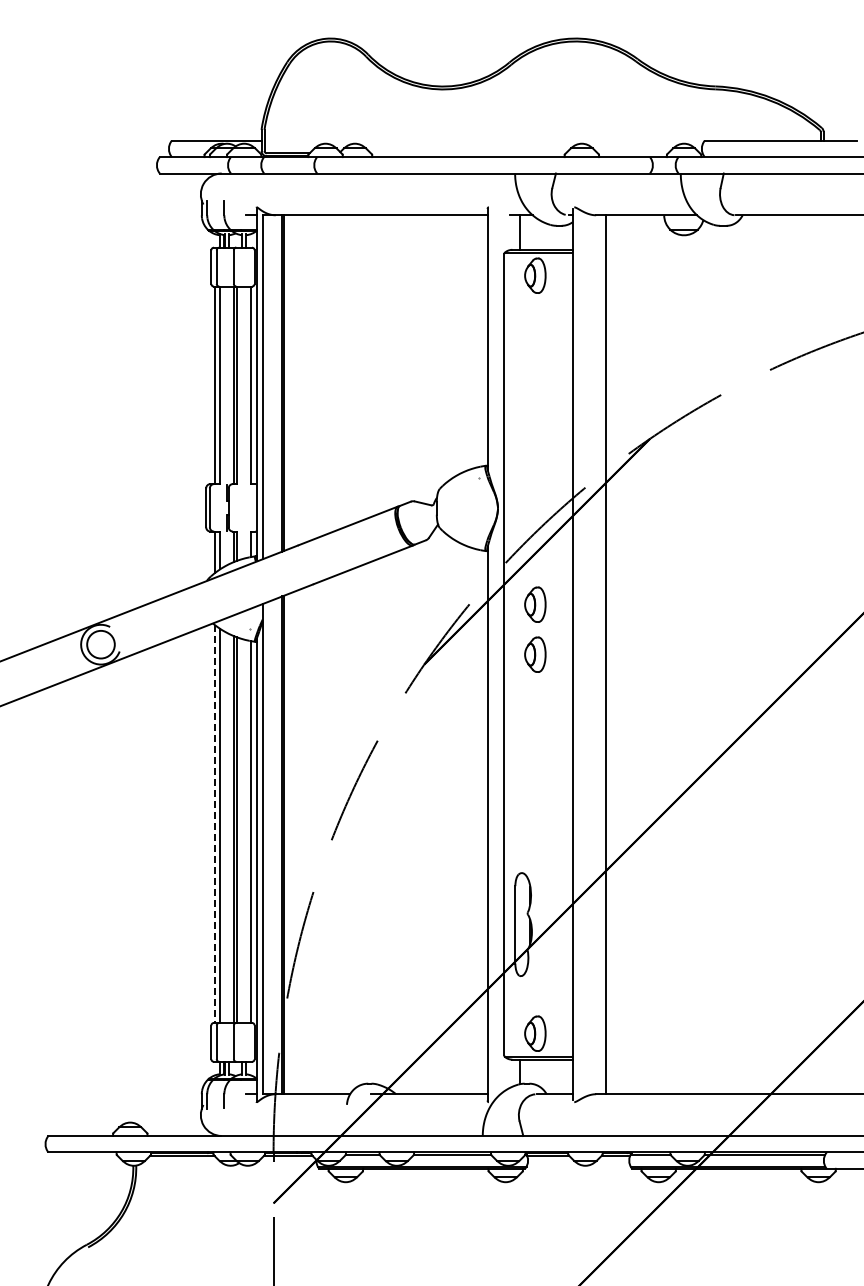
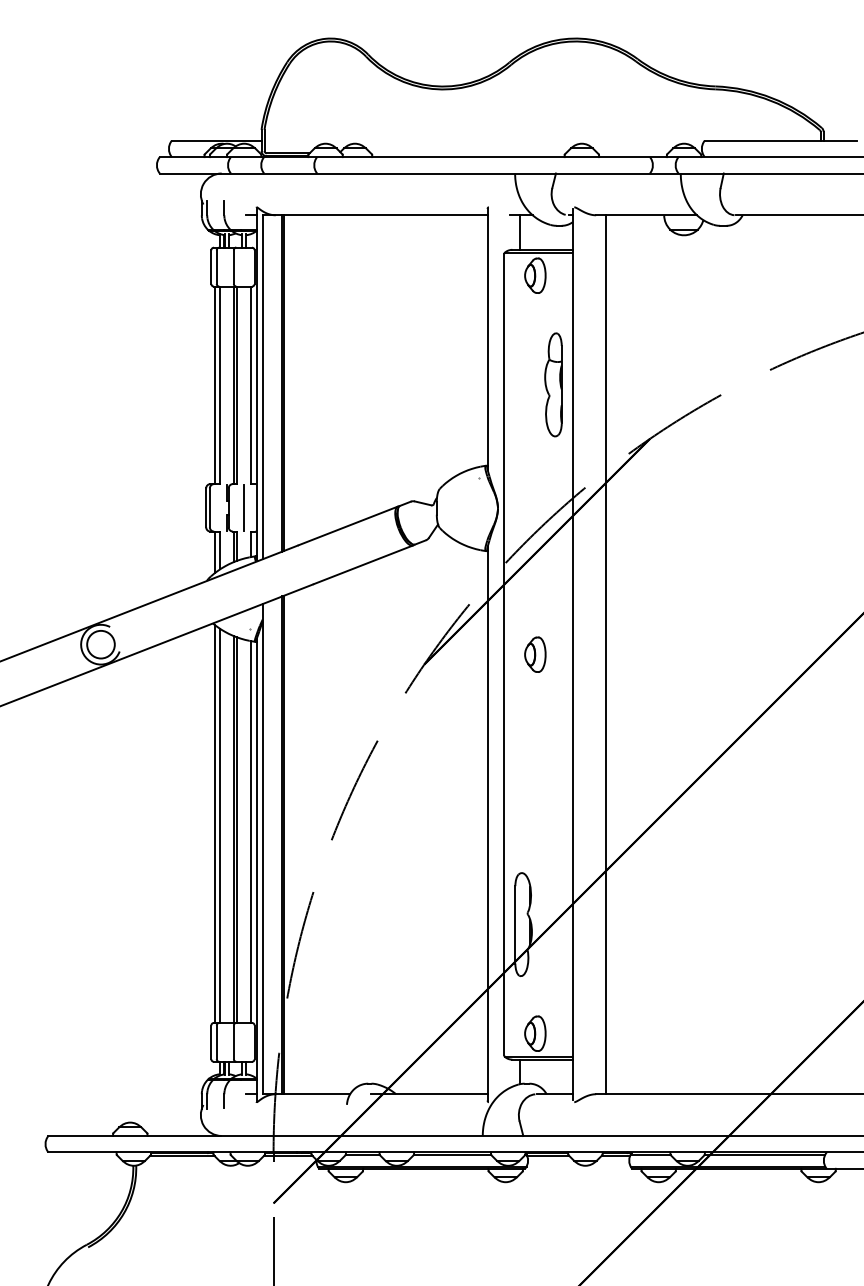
part at (553, 384): none -> present
line at (244, 507): none -> present
part at (535, 604): present -> none
line at (214, 823): dashed -> solid
